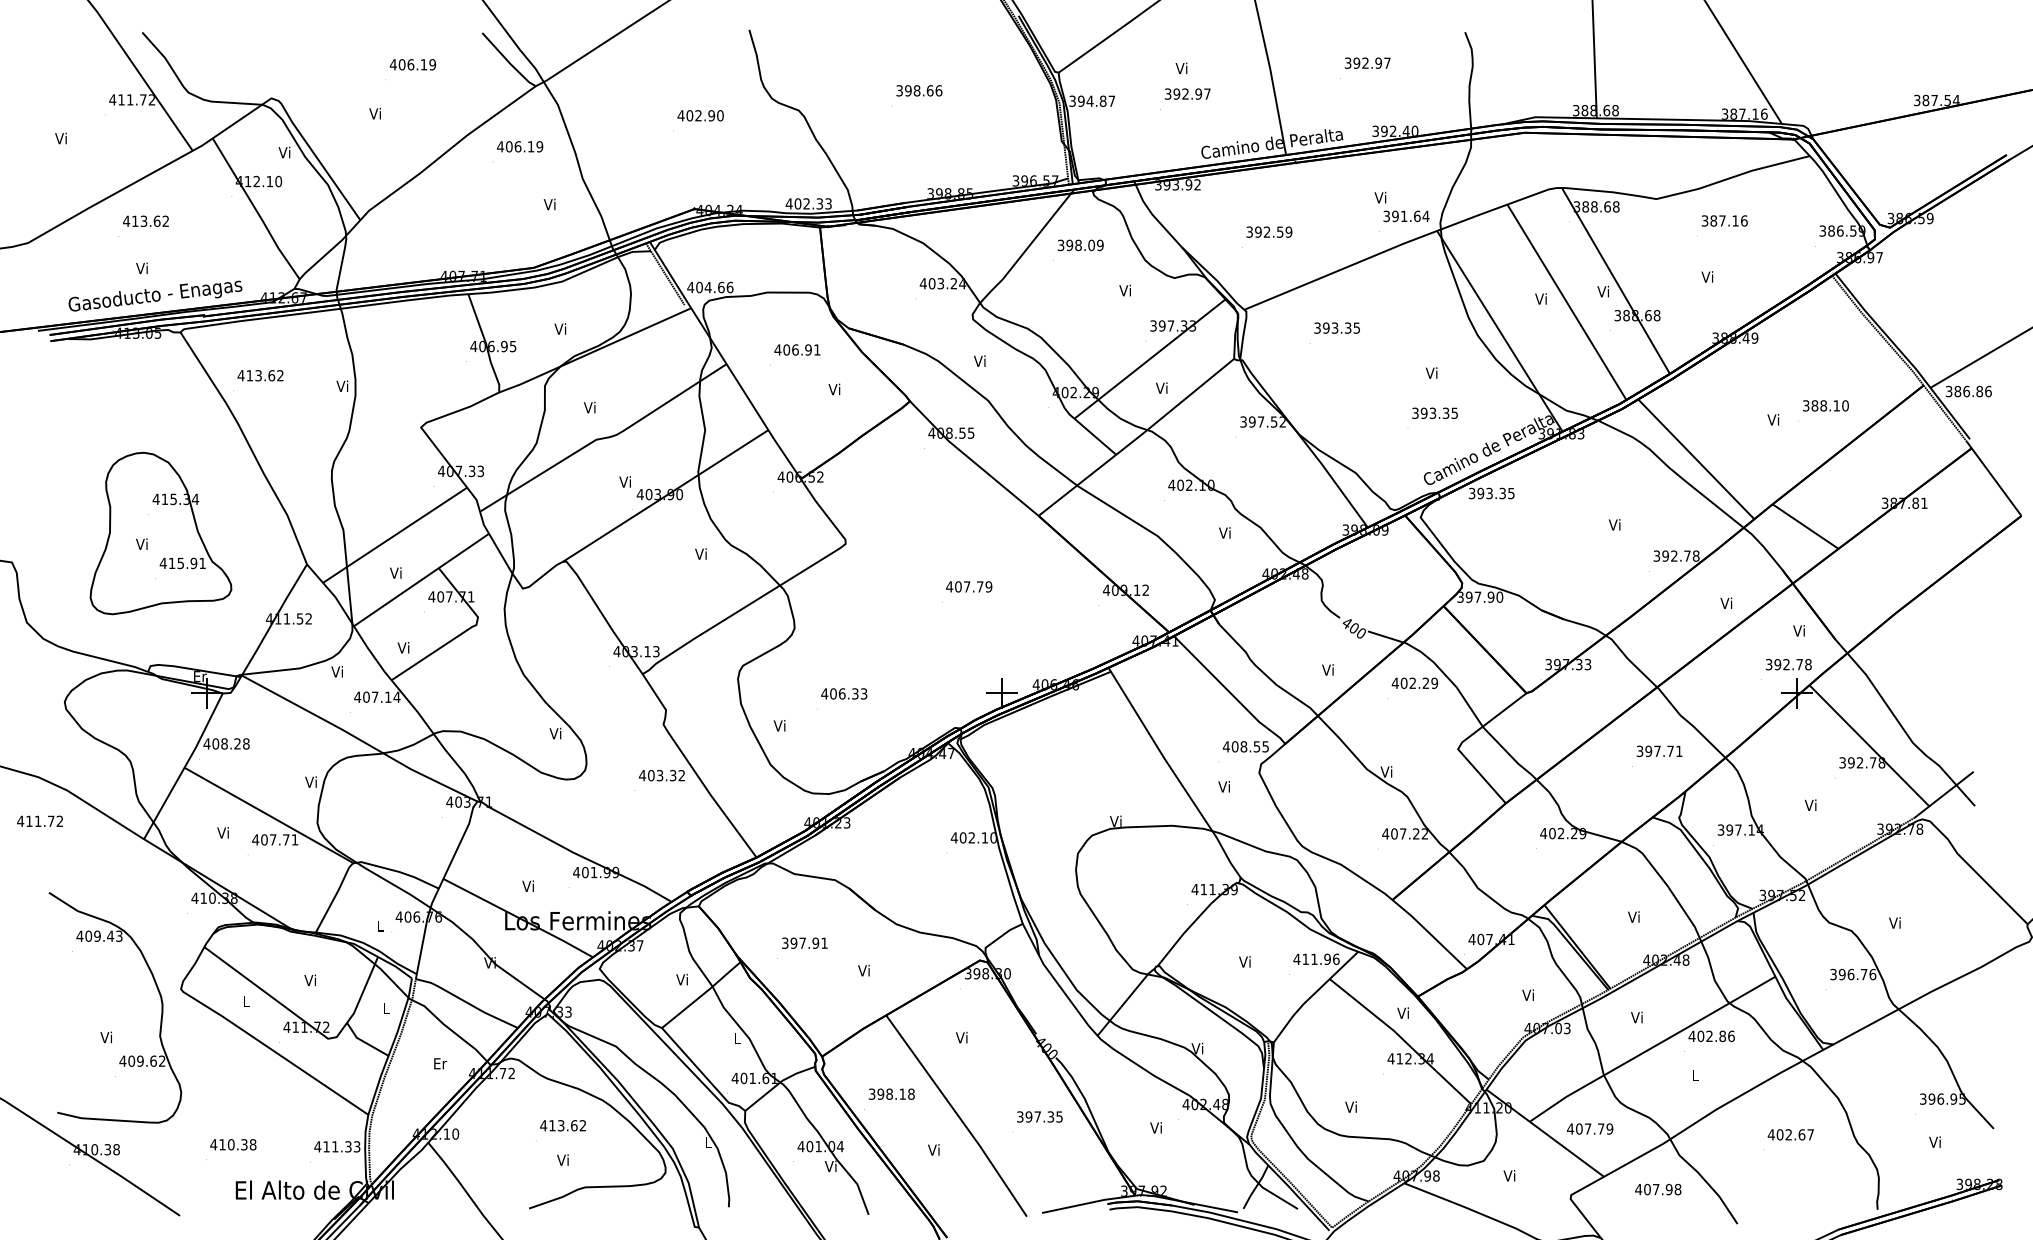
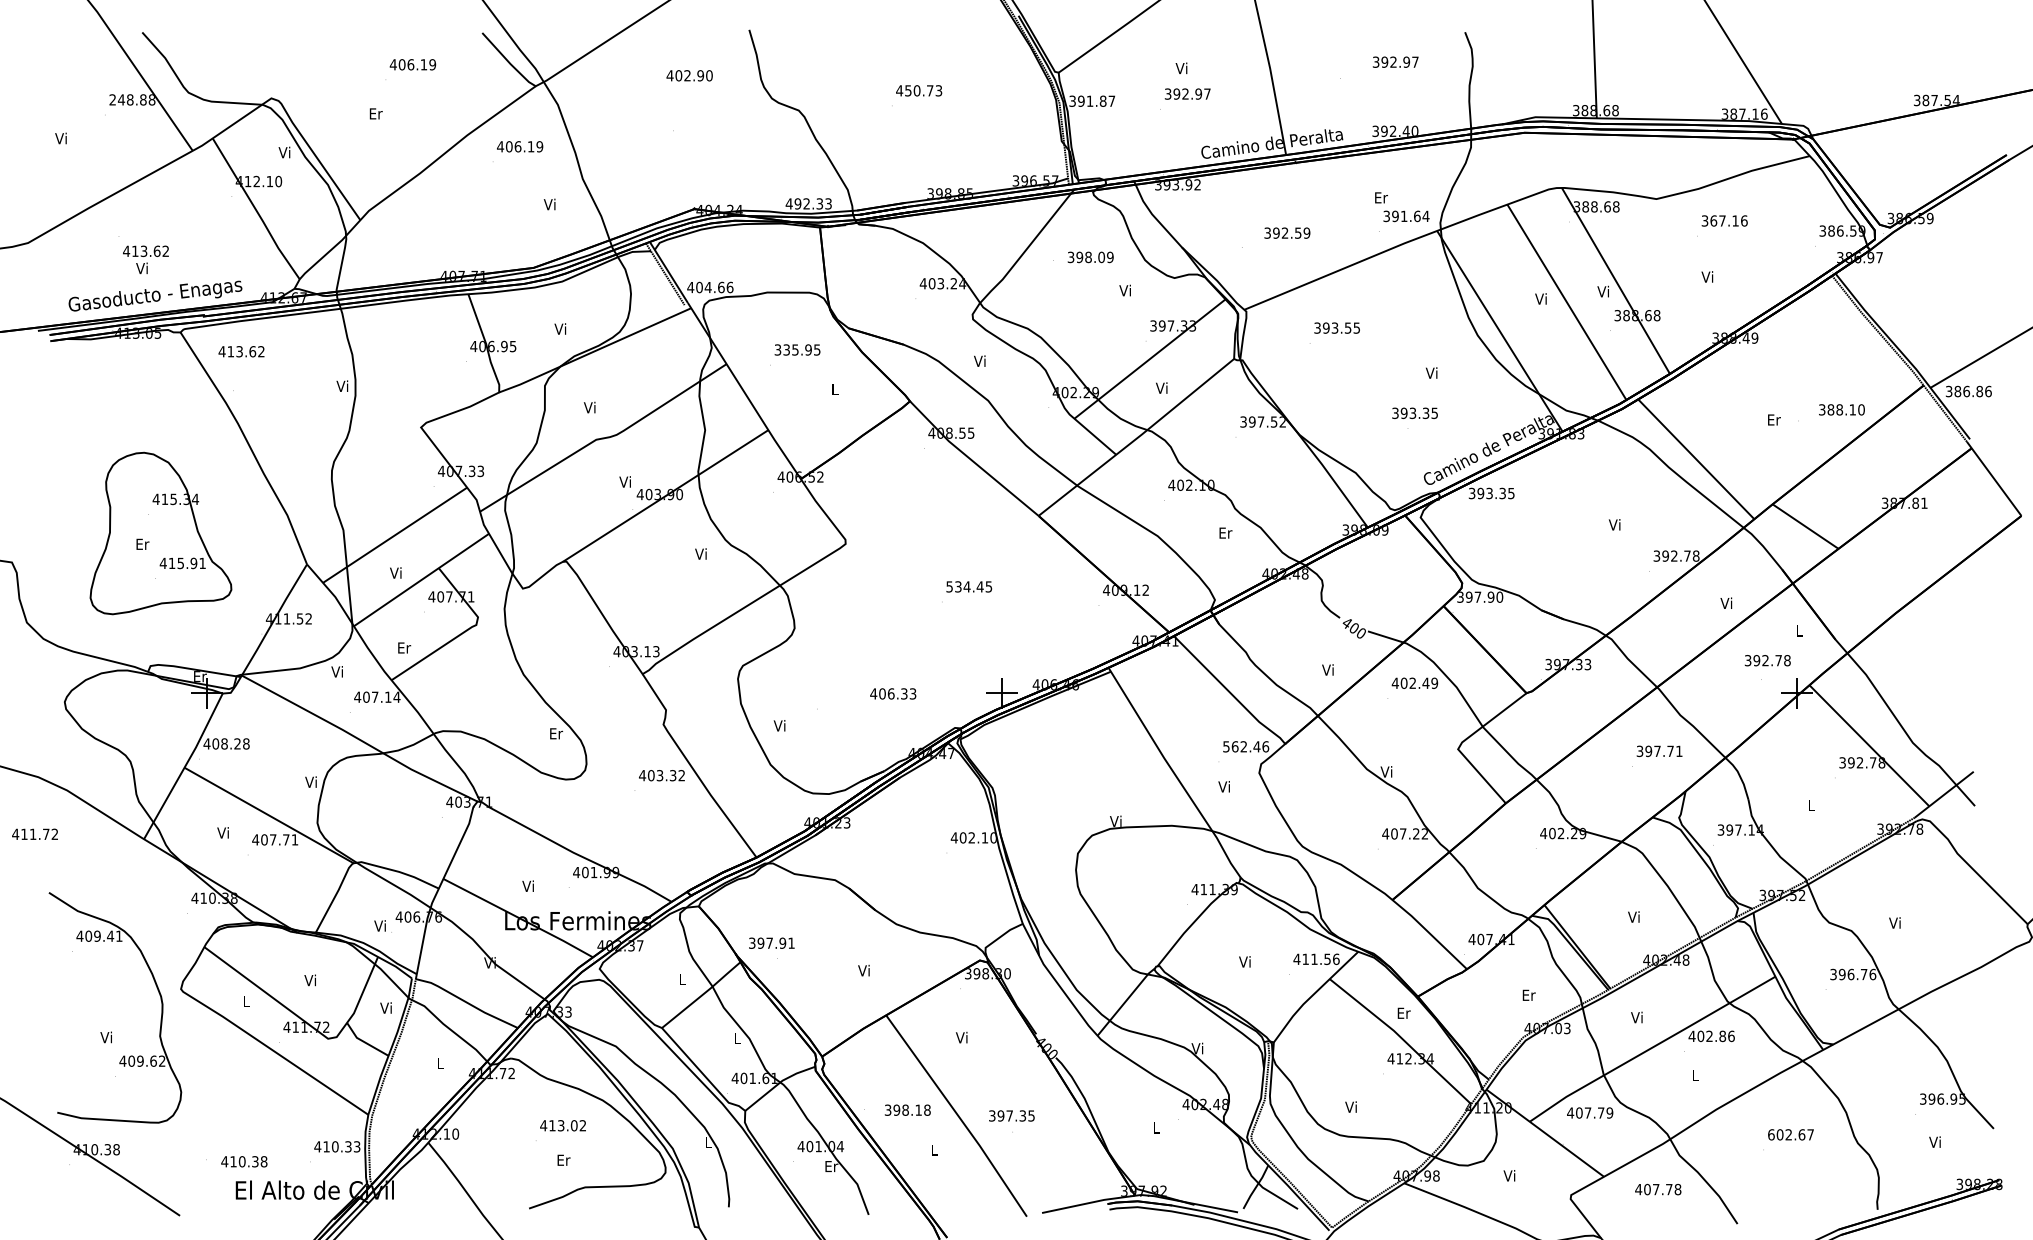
text at (1367, 62) position: (1367, 62) -> (1395, 61)
text at (919, 90): 398.66 -> 450.73
text at (132, 99): 411.72 -> 248.88
text at (1089, 100): 394.87 -> 391.87
text at (375, 113): Vi -> Er
text at (700, 115) position: (700, 115) -> (689, 75)
text at (1380, 197): Vi -> Er
text at (797, 203): 402.33 -> 492.33
text at (145, 220) position: (145, 220) -> (145, 250)
text at (1713, 220): 387.16 -> 367.16
text at (1269, 231) position: (1269, 231) -> (1287, 232)
text at (1080, 245) position: (1080, 245) -> (1090, 257)
text at (1348, 327): 393.35 -> 393.55
text at (797, 349): 406.91 -> 335.95
text at (260, 375) position: (260, 375) -> (241, 351)
text at (834, 389): Vi -> L
text at (1825, 405) position: (1825, 405) -> (1841, 409)
text at (1434, 412) position: (1434, 412) -> (1414, 412)
text at (1773, 419): Vi -> Er
text at (1225, 532): Vi -> Er
text at (142, 543): Vi -> Er
text at (969, 586): 407.79 -> 534.45
text at (1798, 630): Vi -> L
text at (404, 647): Vi -> Er
text at (1788, 664) position: (1788, 664) -> (1767, 660)
text at (1425, 682): 402.29 -> 402.49
text at (844, 693) position: (844, 693) -> (893, 693)
text at (556, 733): Vi -> Er
text at (1245, 746): 408.55 -> 562.46
text at (1810, 804): Vi -> L
text at (39, 820) position: (39, 820) -> (34, 833)
text at (379, 925): L -> Vi
text at (119, 935): 409.43 -> 409.41
text at (804, 942) position: (804, 942) -> (771, 942)
text at (1327, 958): 411.96 -> 411.56
text at (681, 979): Vi -> L
text at (1528, 994): Vi -> Er
text at (385, 1007): L -> Vi
text at (1403, 1012): Vi -> Er
text at (440, 1063): Er -> L
text at (891, 1093) position: (891, 1093) -> (907, 1109)
text at (1039, 1116) position: (1039, 1116) -> (1011, 1115)
text at (574, 1125): 413.62 -> 413.02
text at (1155, 1127): Vi -> L
text at (1590, 1128) position: (1590, 1128) -> (1590, 1112)
text at (1770, 1134): 402.67 -> 602.67
text at (233, 1144) position: (233, 1144) -> (244, 1161)
text at (335, 1146): 411.33 -> 410.33
text at (933, 1149): Vi -> L
text at (563, 1159): Vi -> Er
text at (831, 1166): Vi -> Er
text at (1668, 1189): 407.98 -> 407.78
